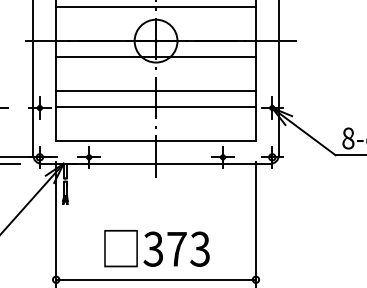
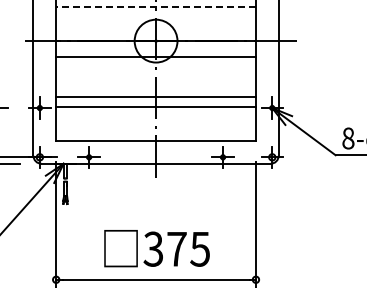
line at (156, 7): solid -> dashed
line at (155, 91) position: (155, 91) -> (155, 97)
text at (199, 248): 373 -> 375
